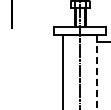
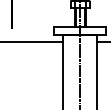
line at (32, 41): none -> present
line at (97, 72): dashed -> solid
